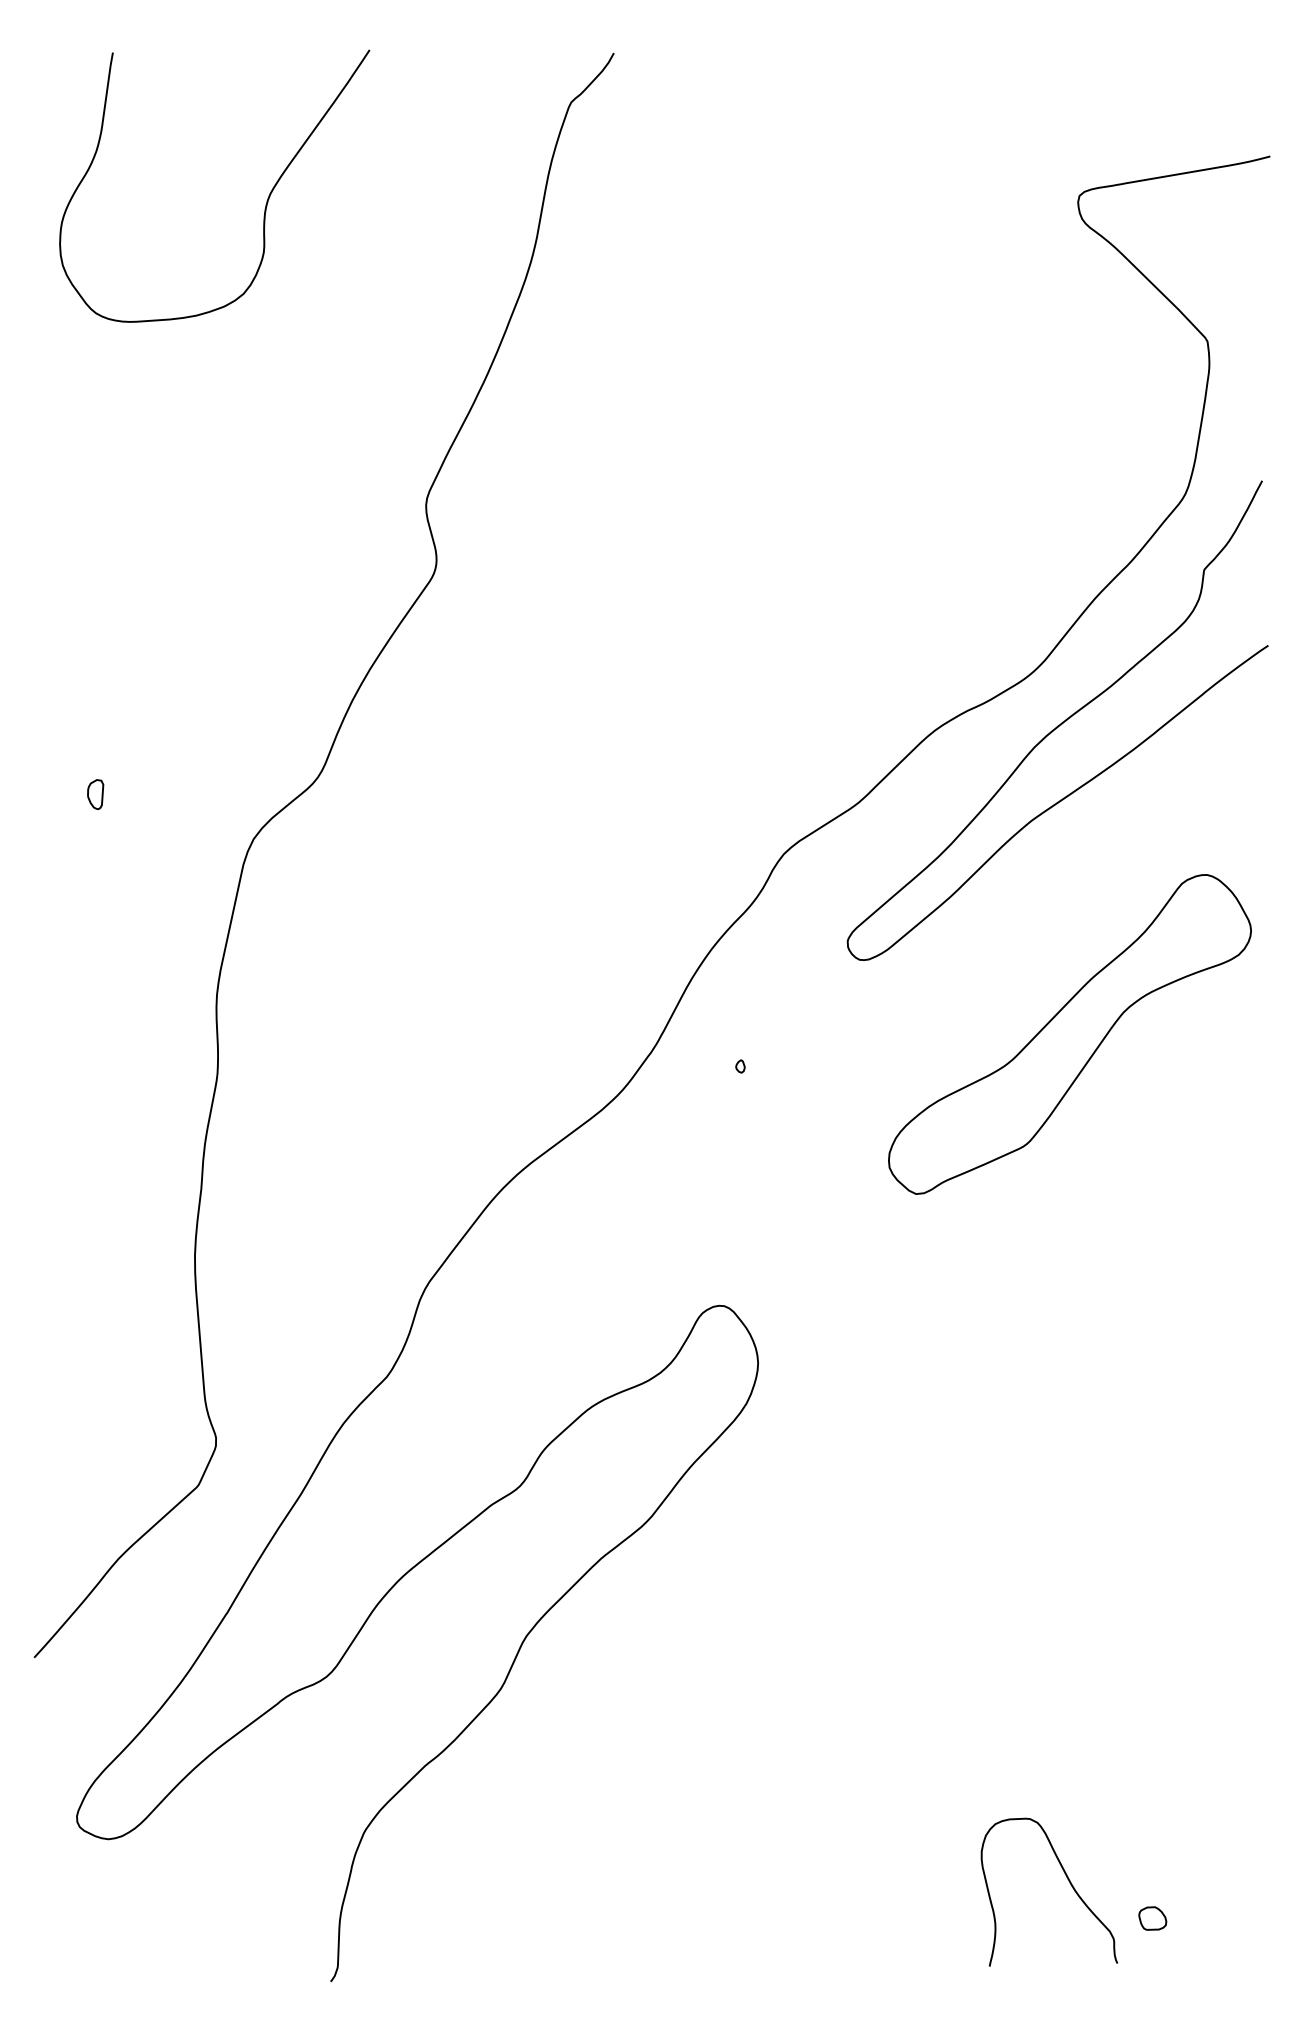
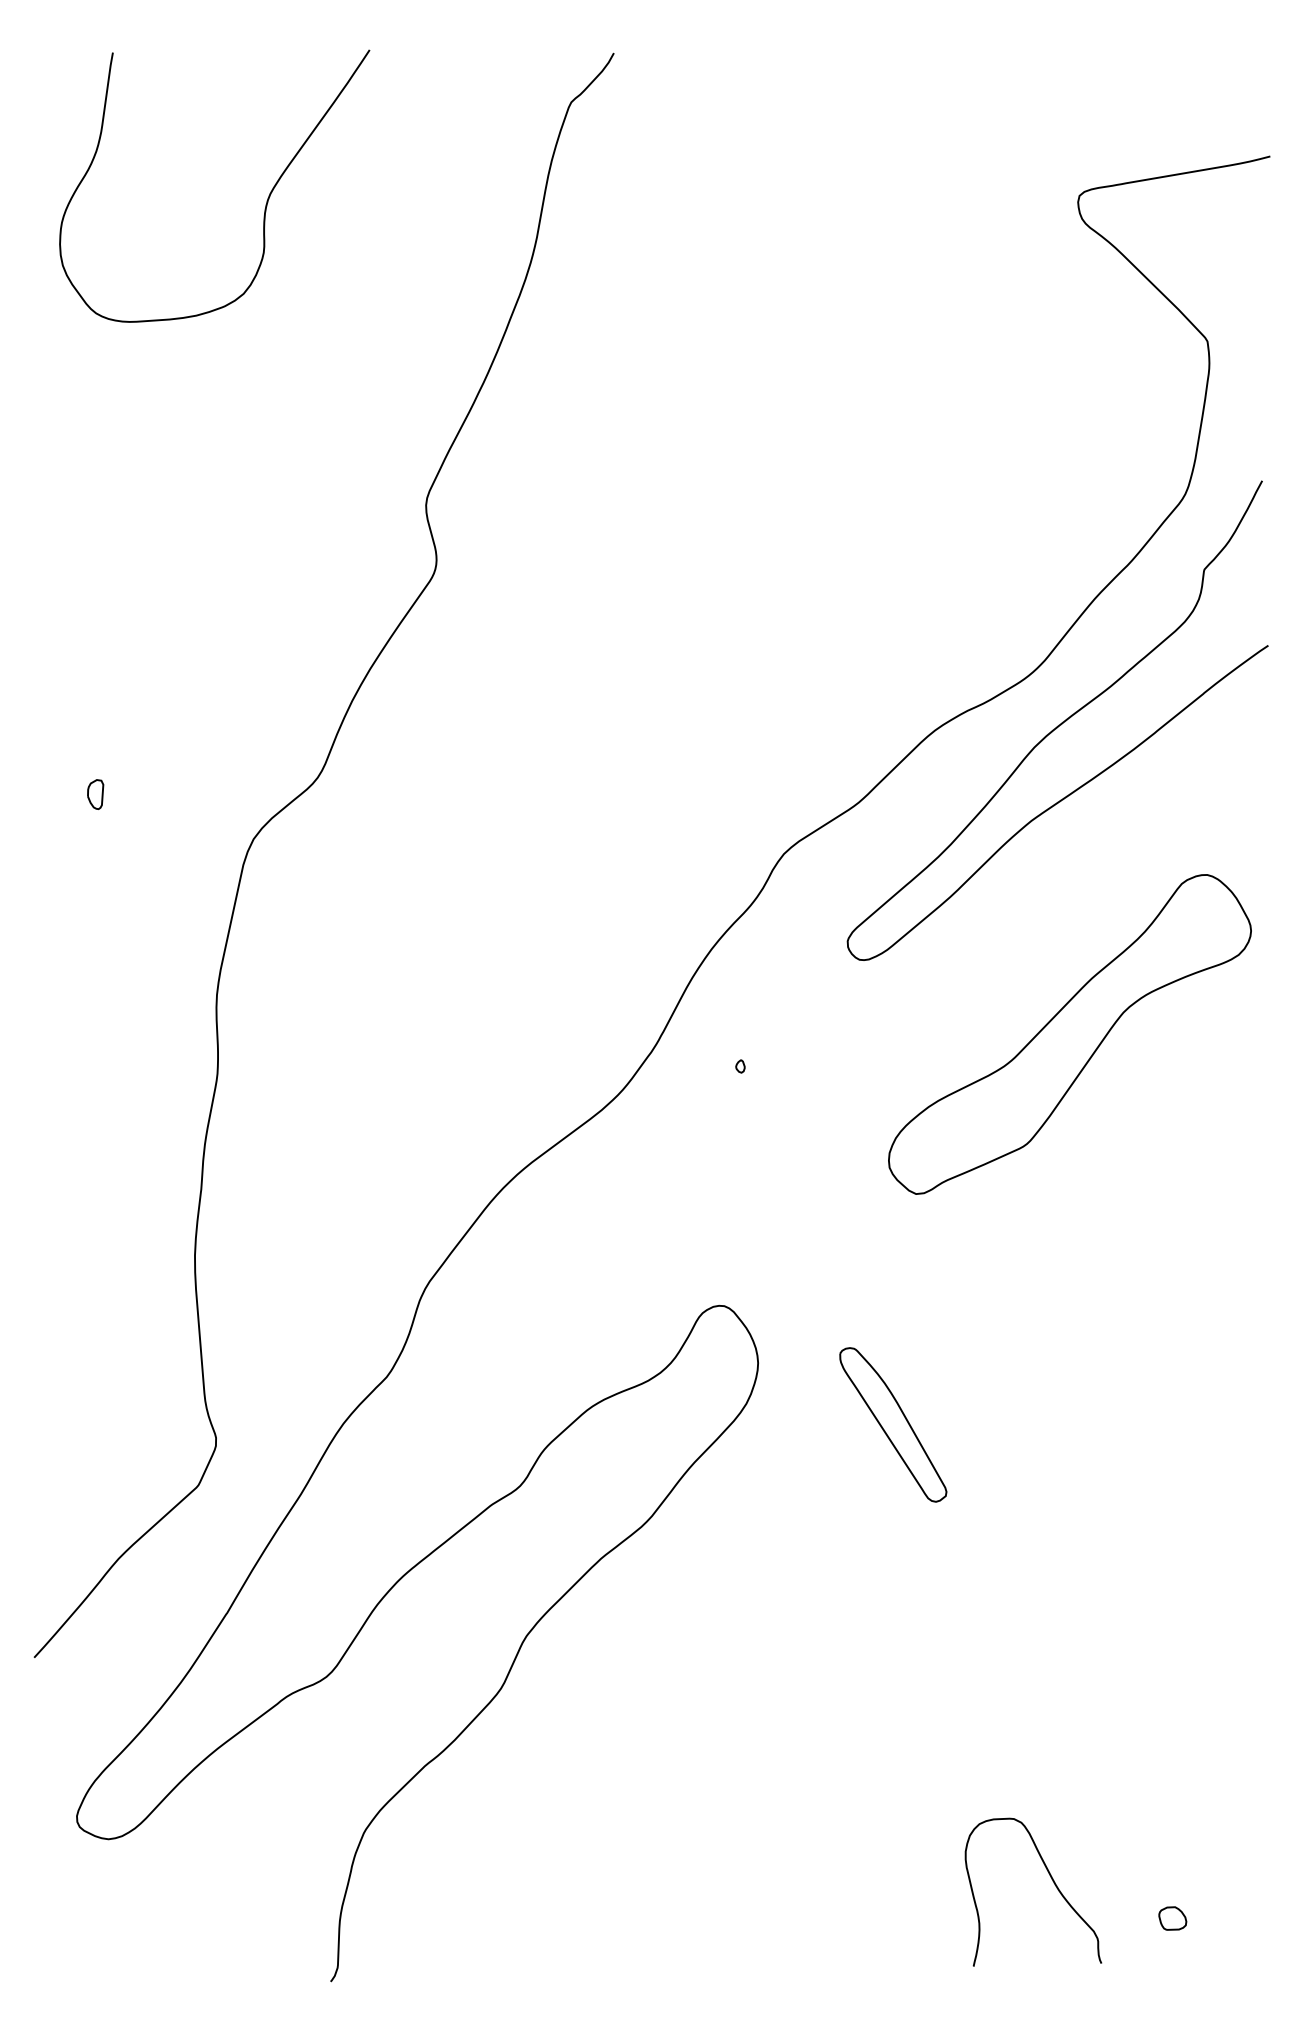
part at (893, 1424): none -> present
curve at (1068, 1881) position: (1068, 1881) -> (1052, 1881)
part at (1152, 1918) position: (1152, 1918) -> (1172, 1918)
